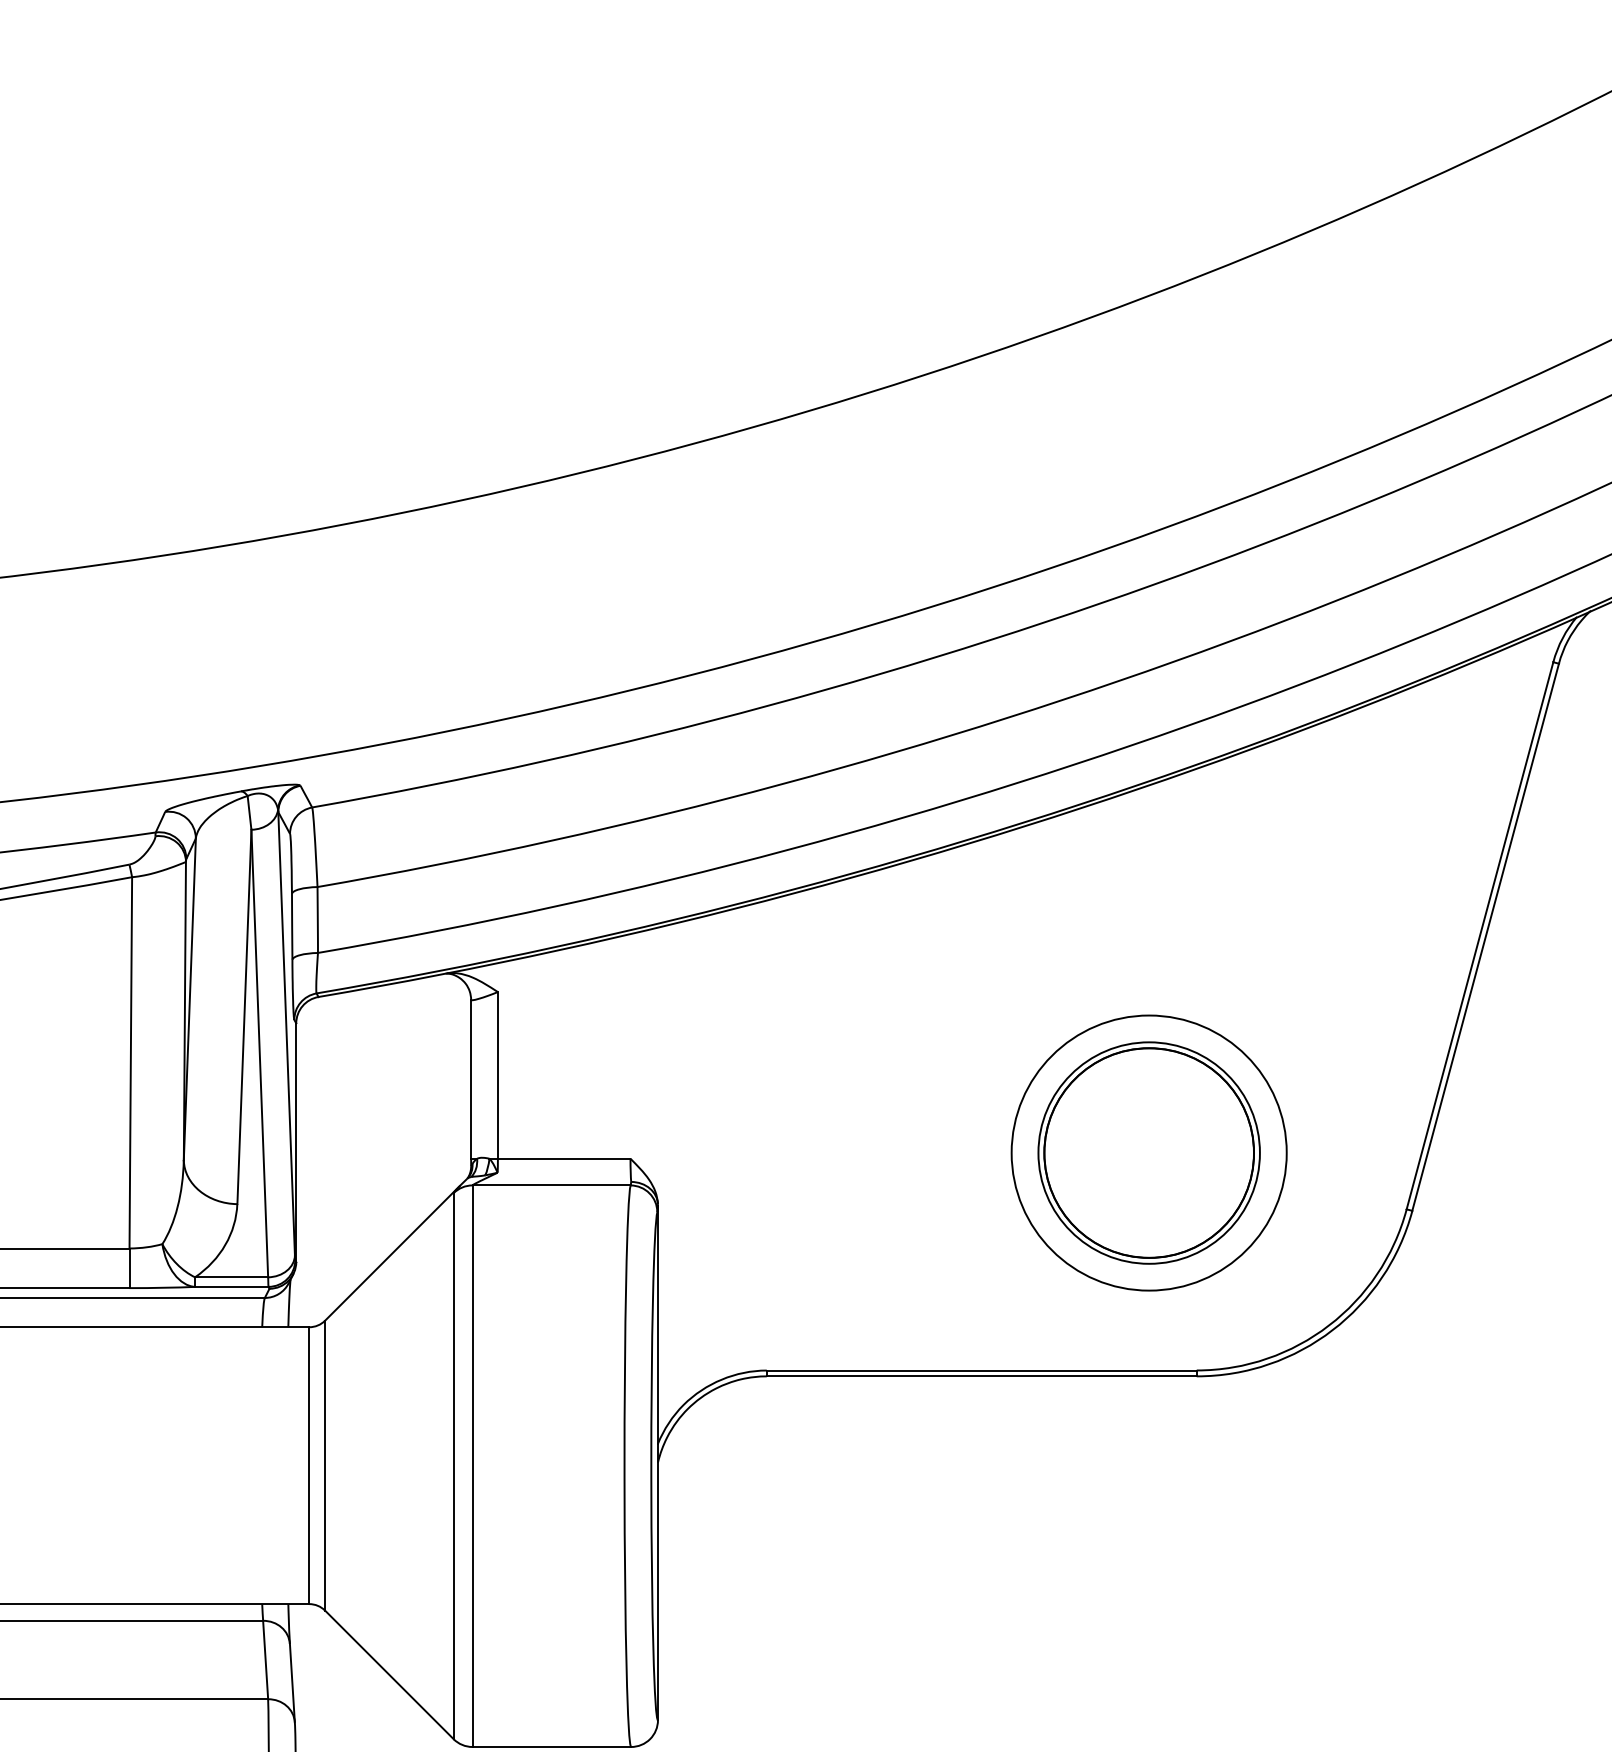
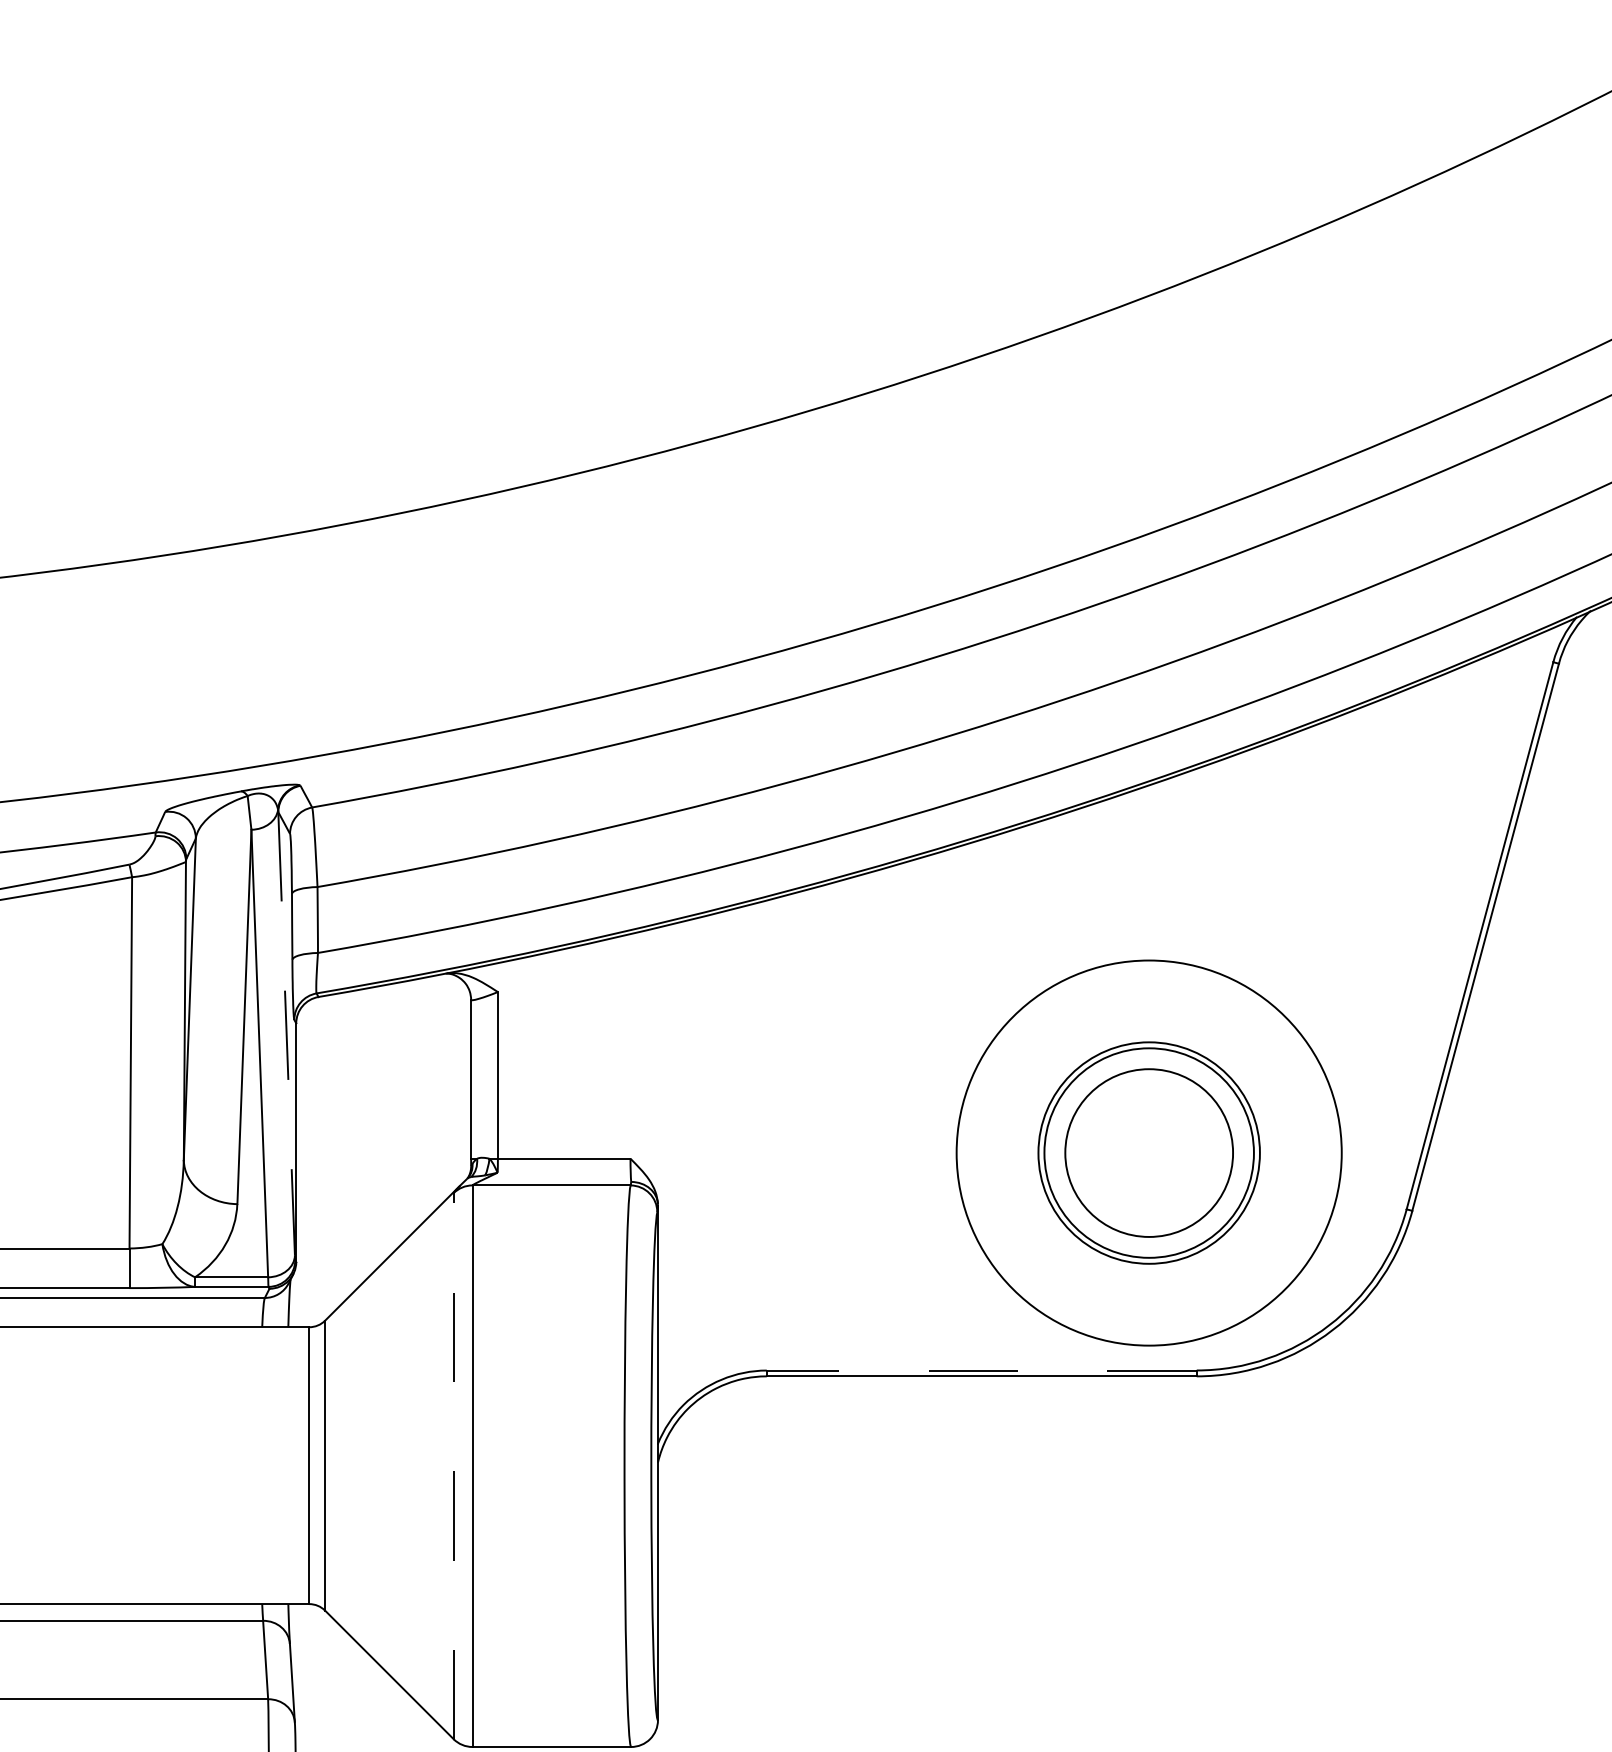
line at (286, 1033): solid -> dashed
circle at (1148, 1152) diameter: 275 px -> 385 px
circle at (1149, 1152) diameter: 210 px -> 168 px
line at (981, 1370): solid -> dashed
line at (453, 1466): solid -> dashed
